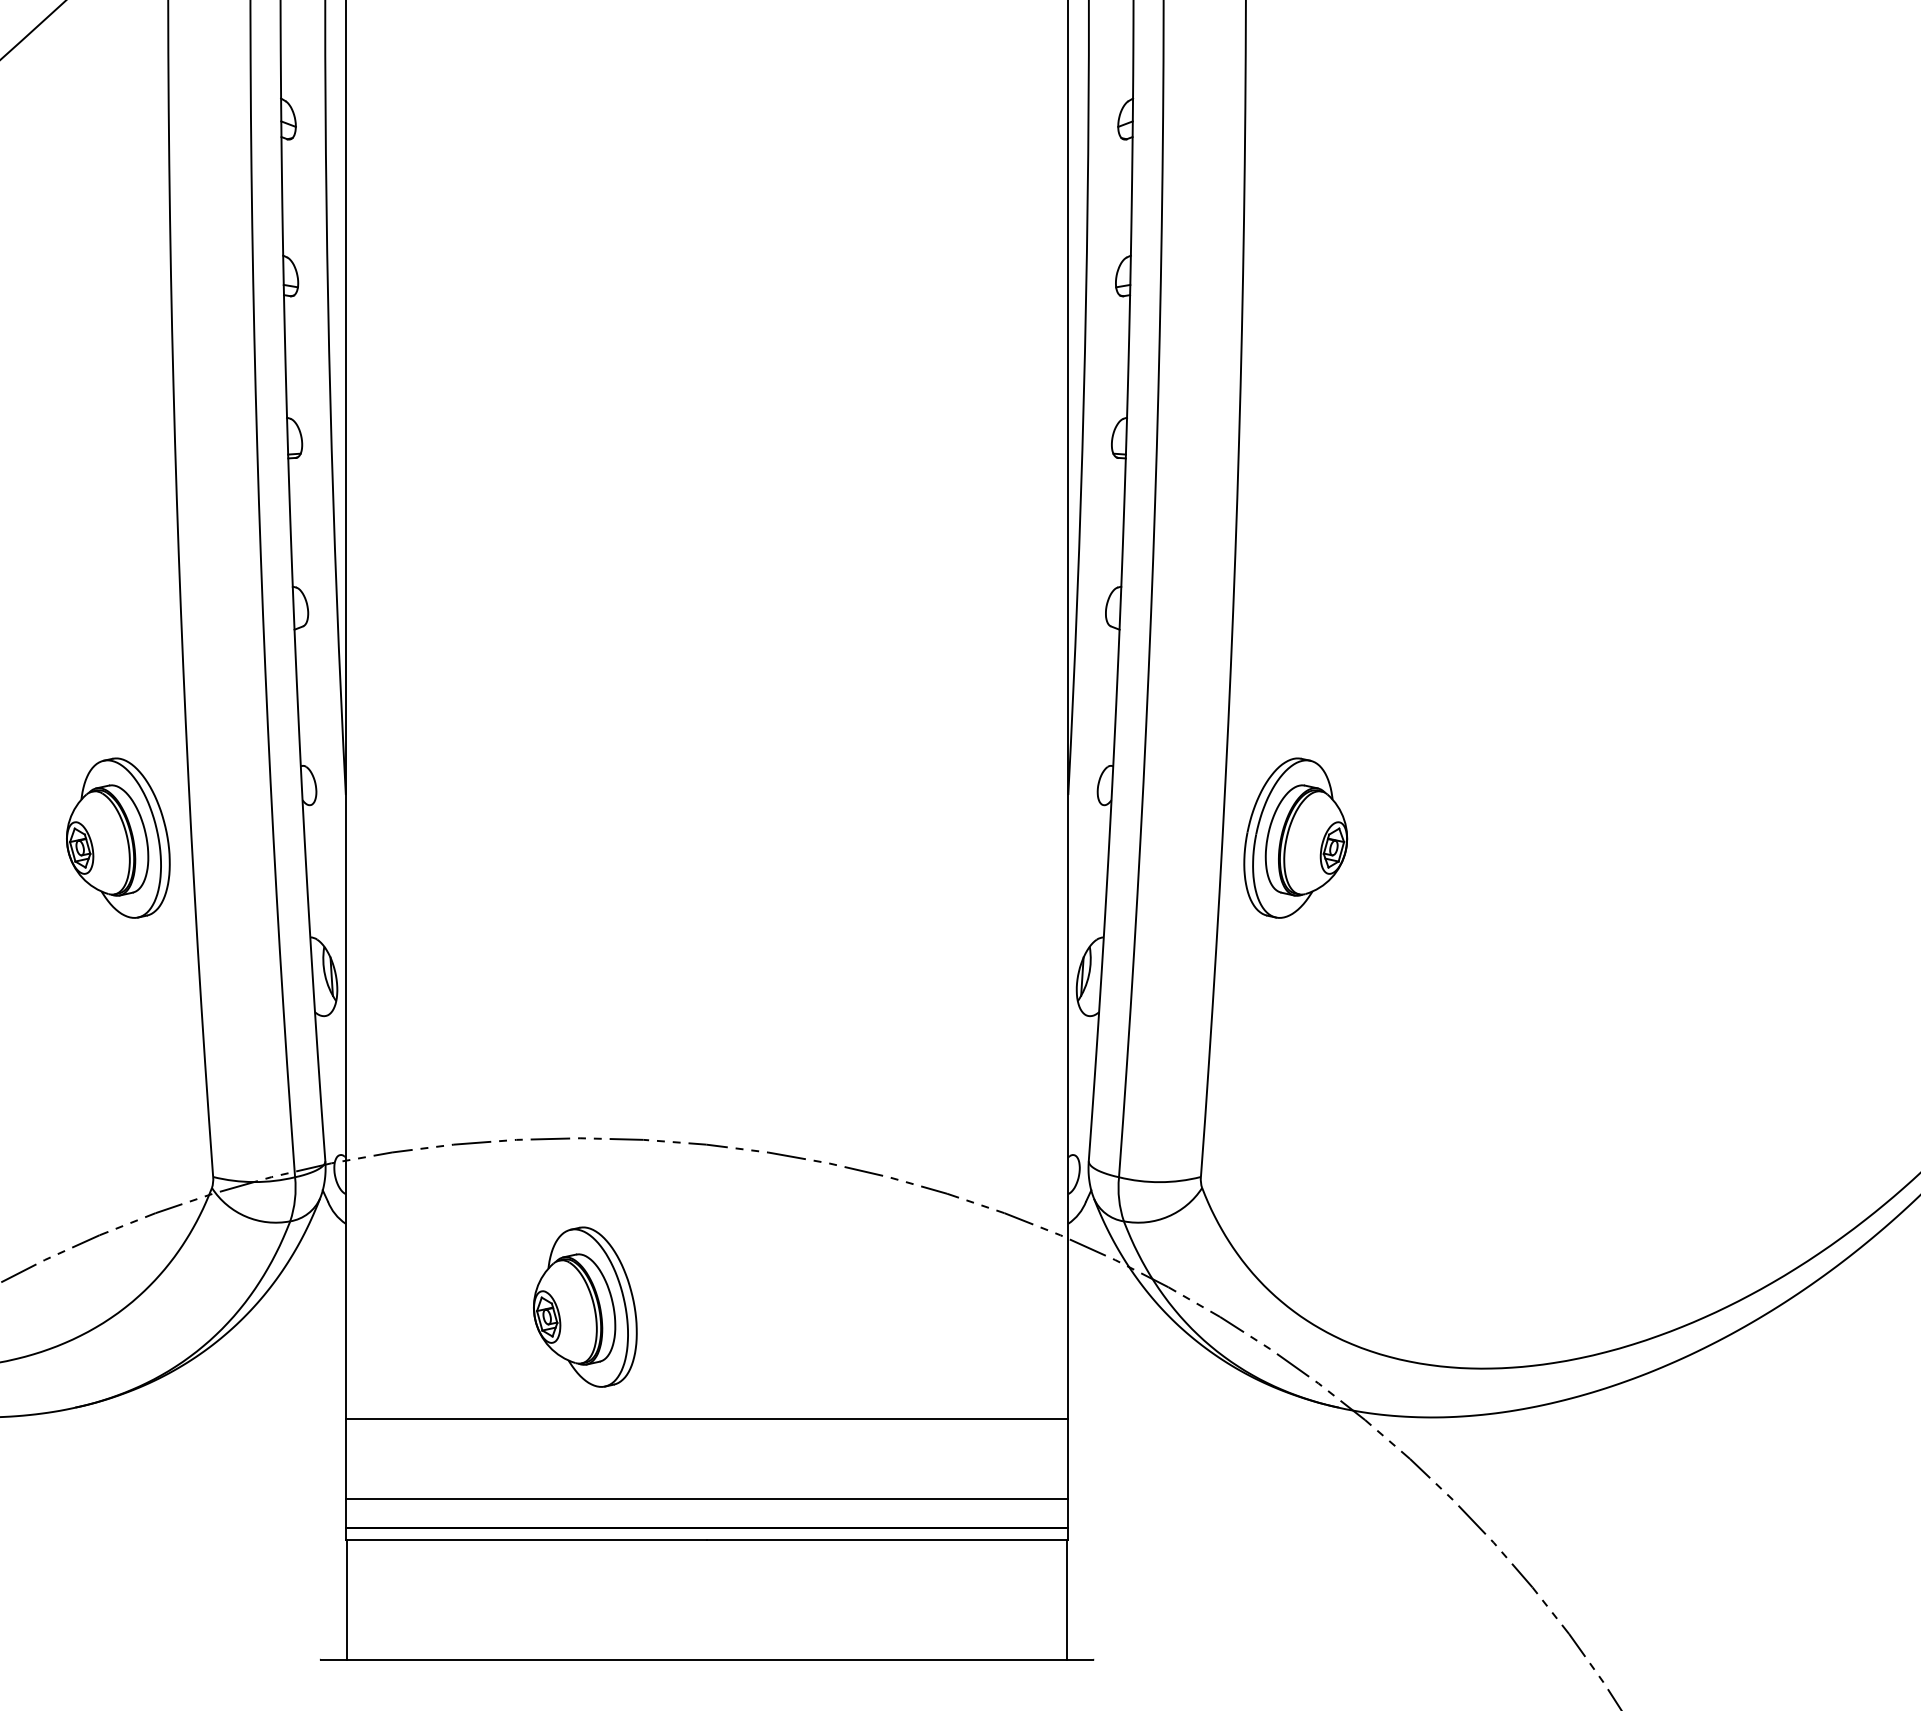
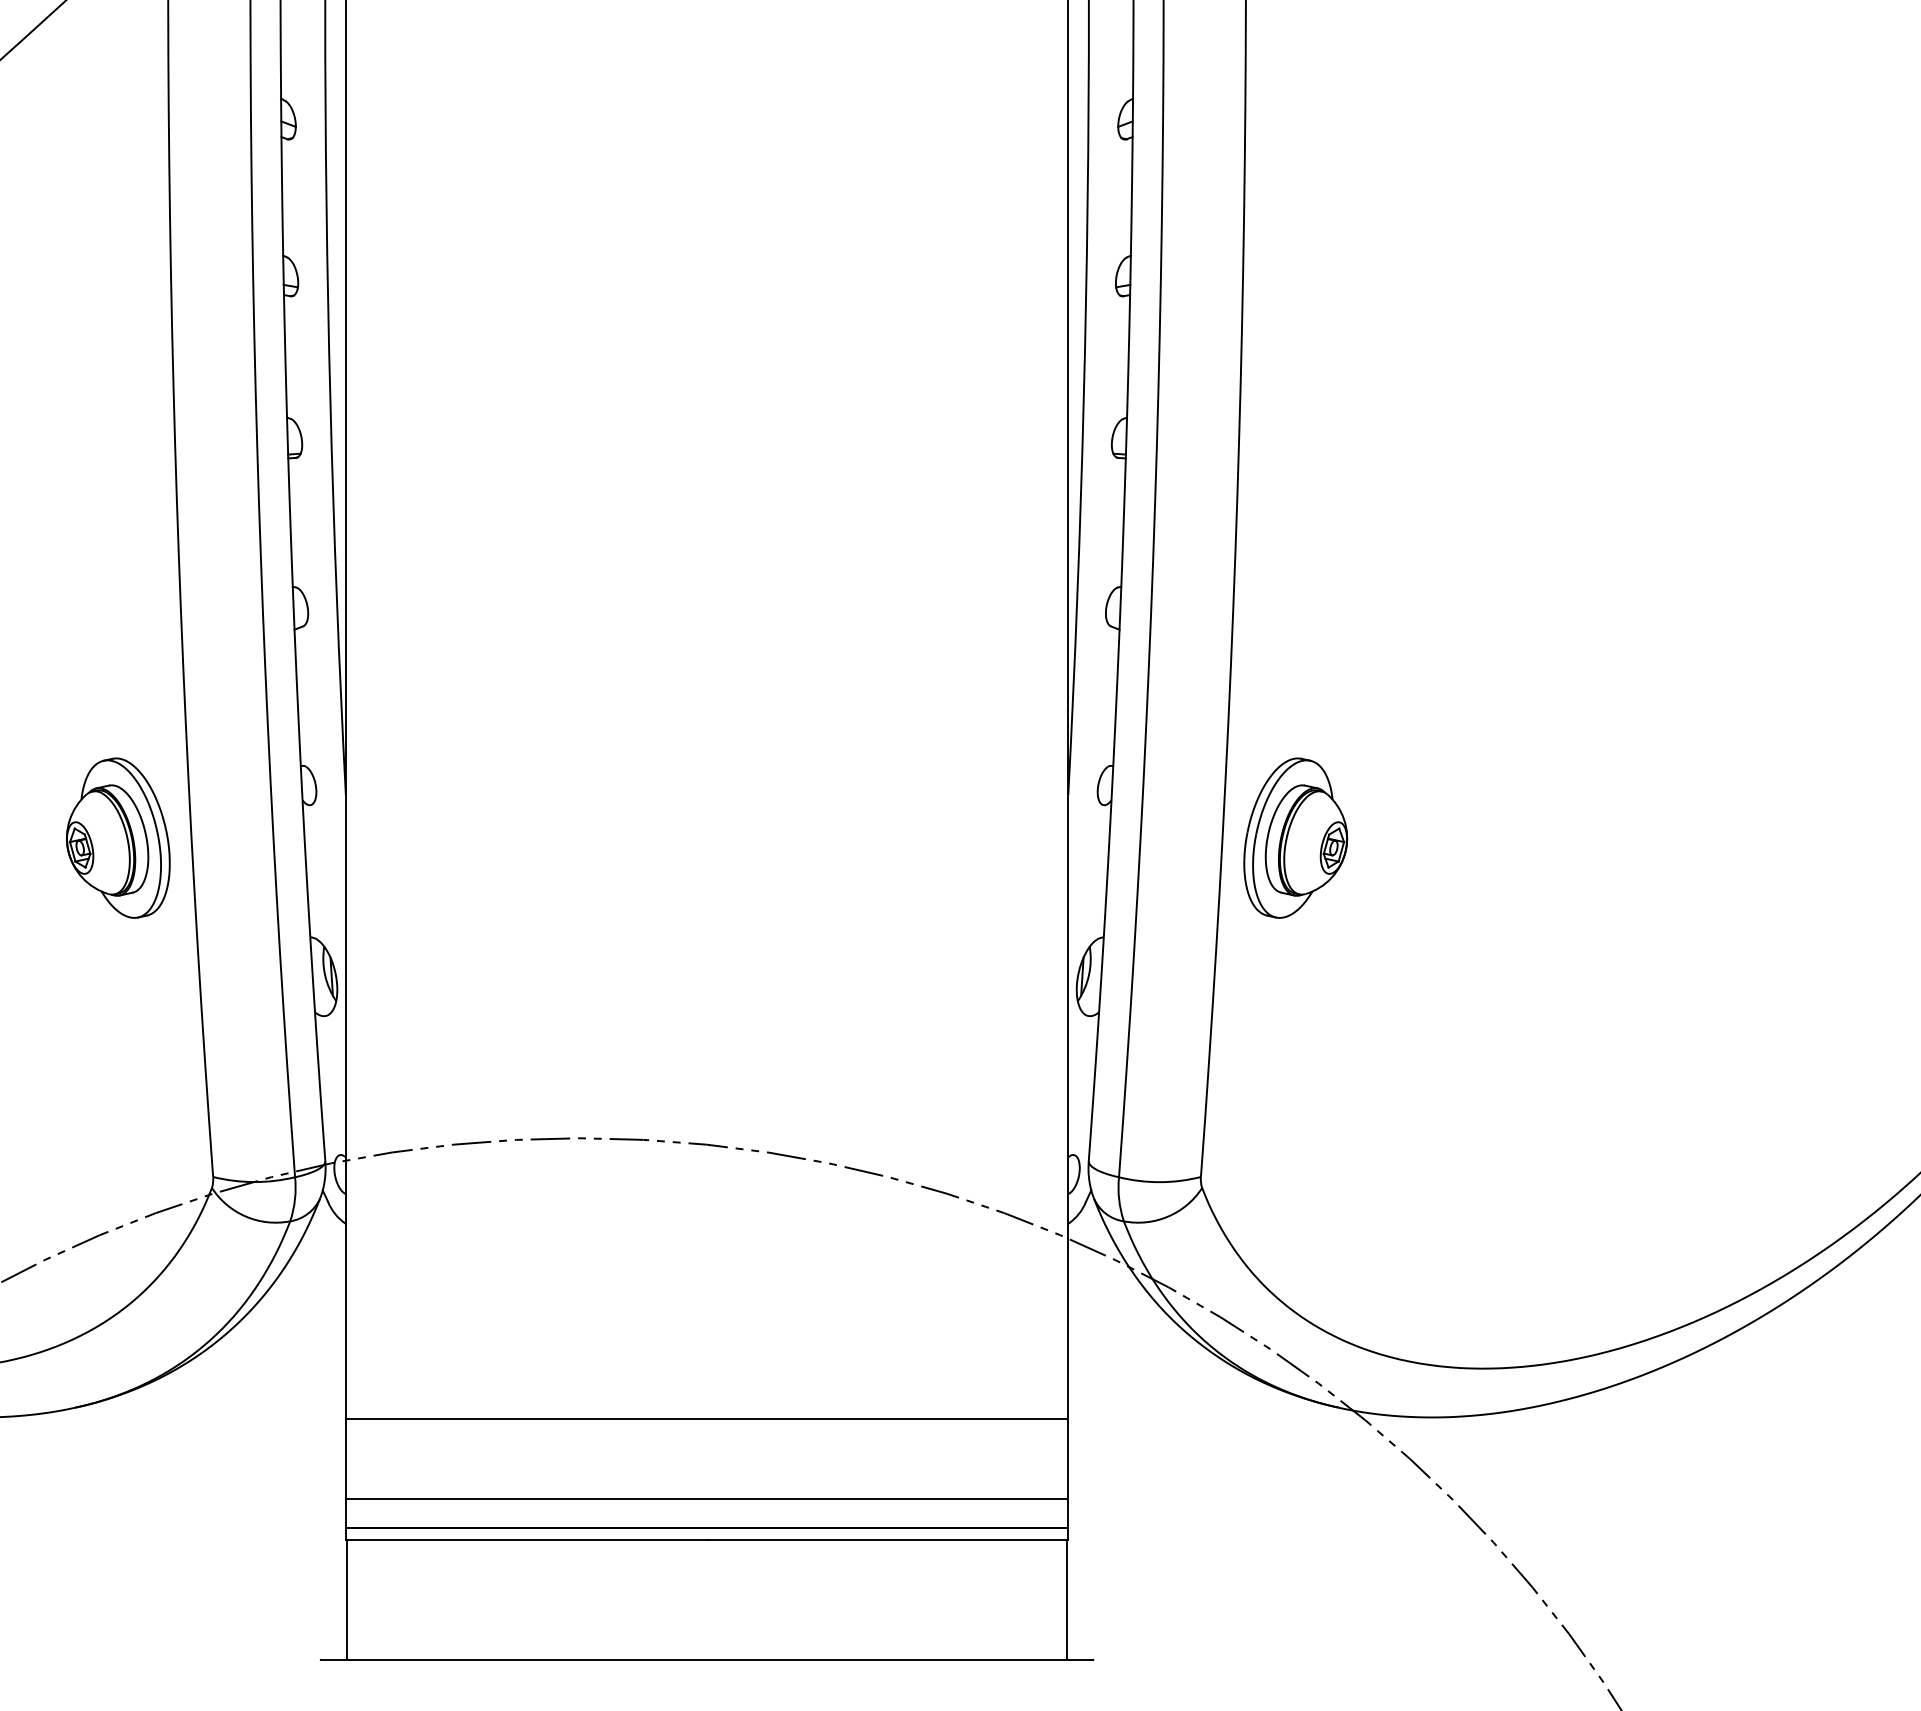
part at (585, 1306): present -> none
